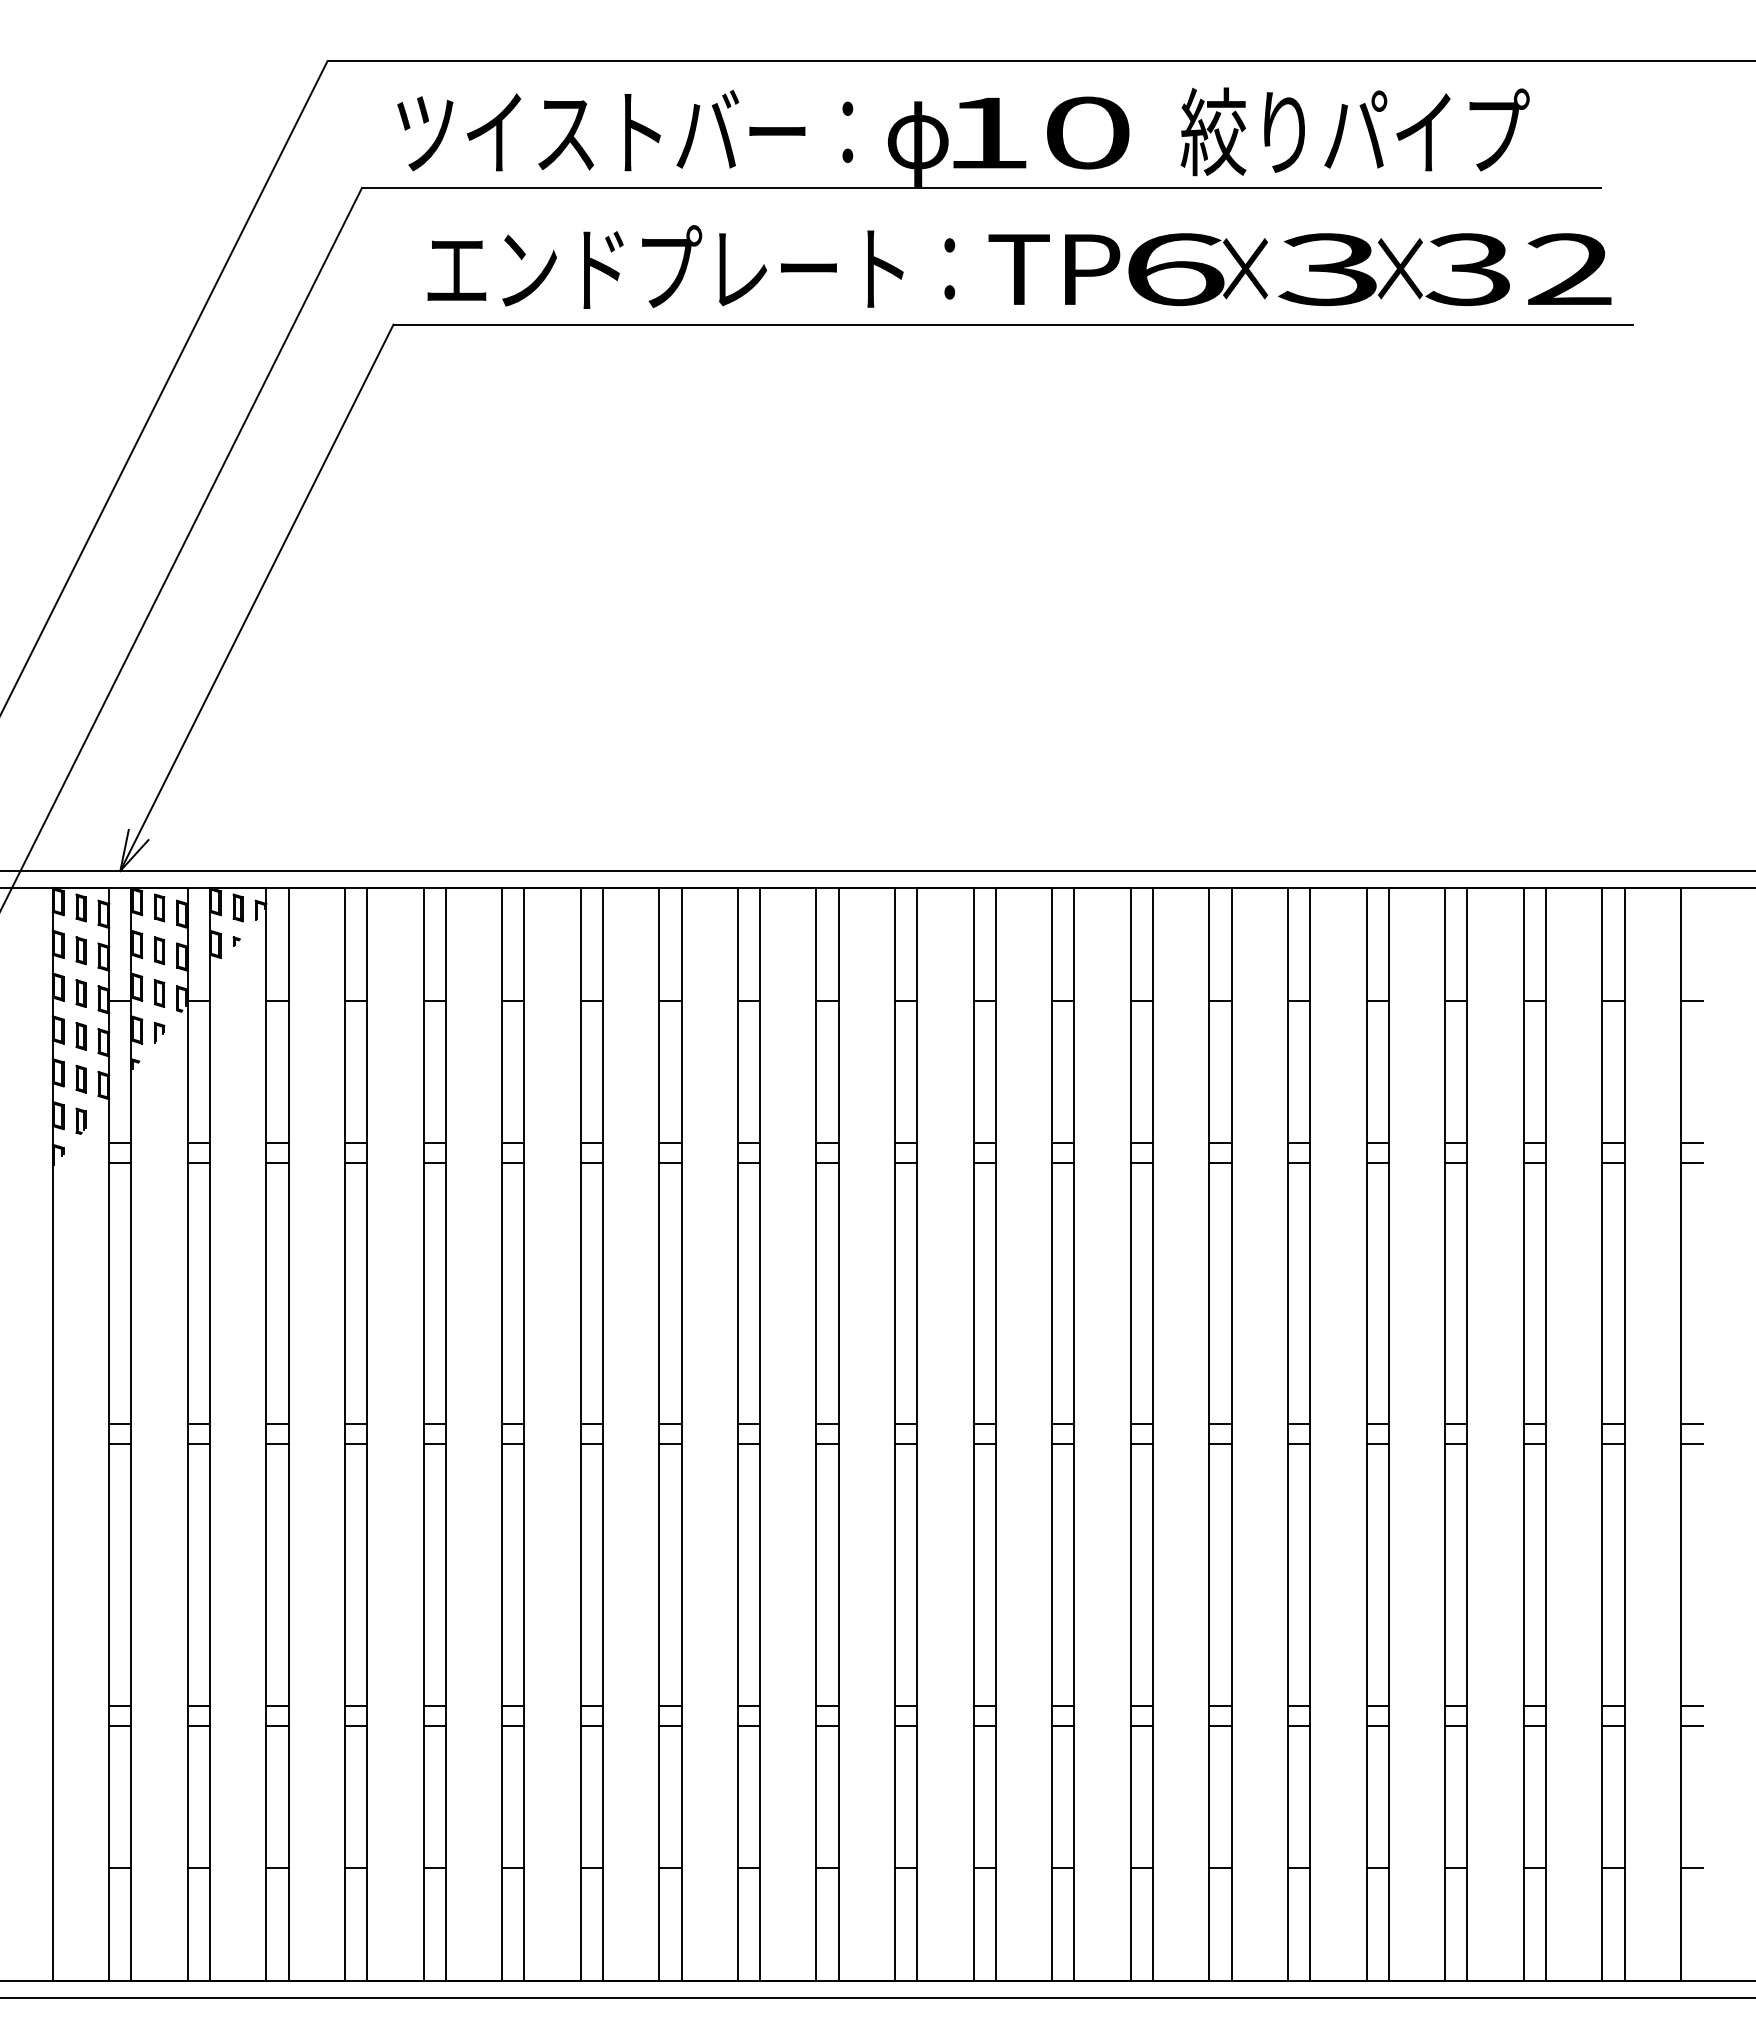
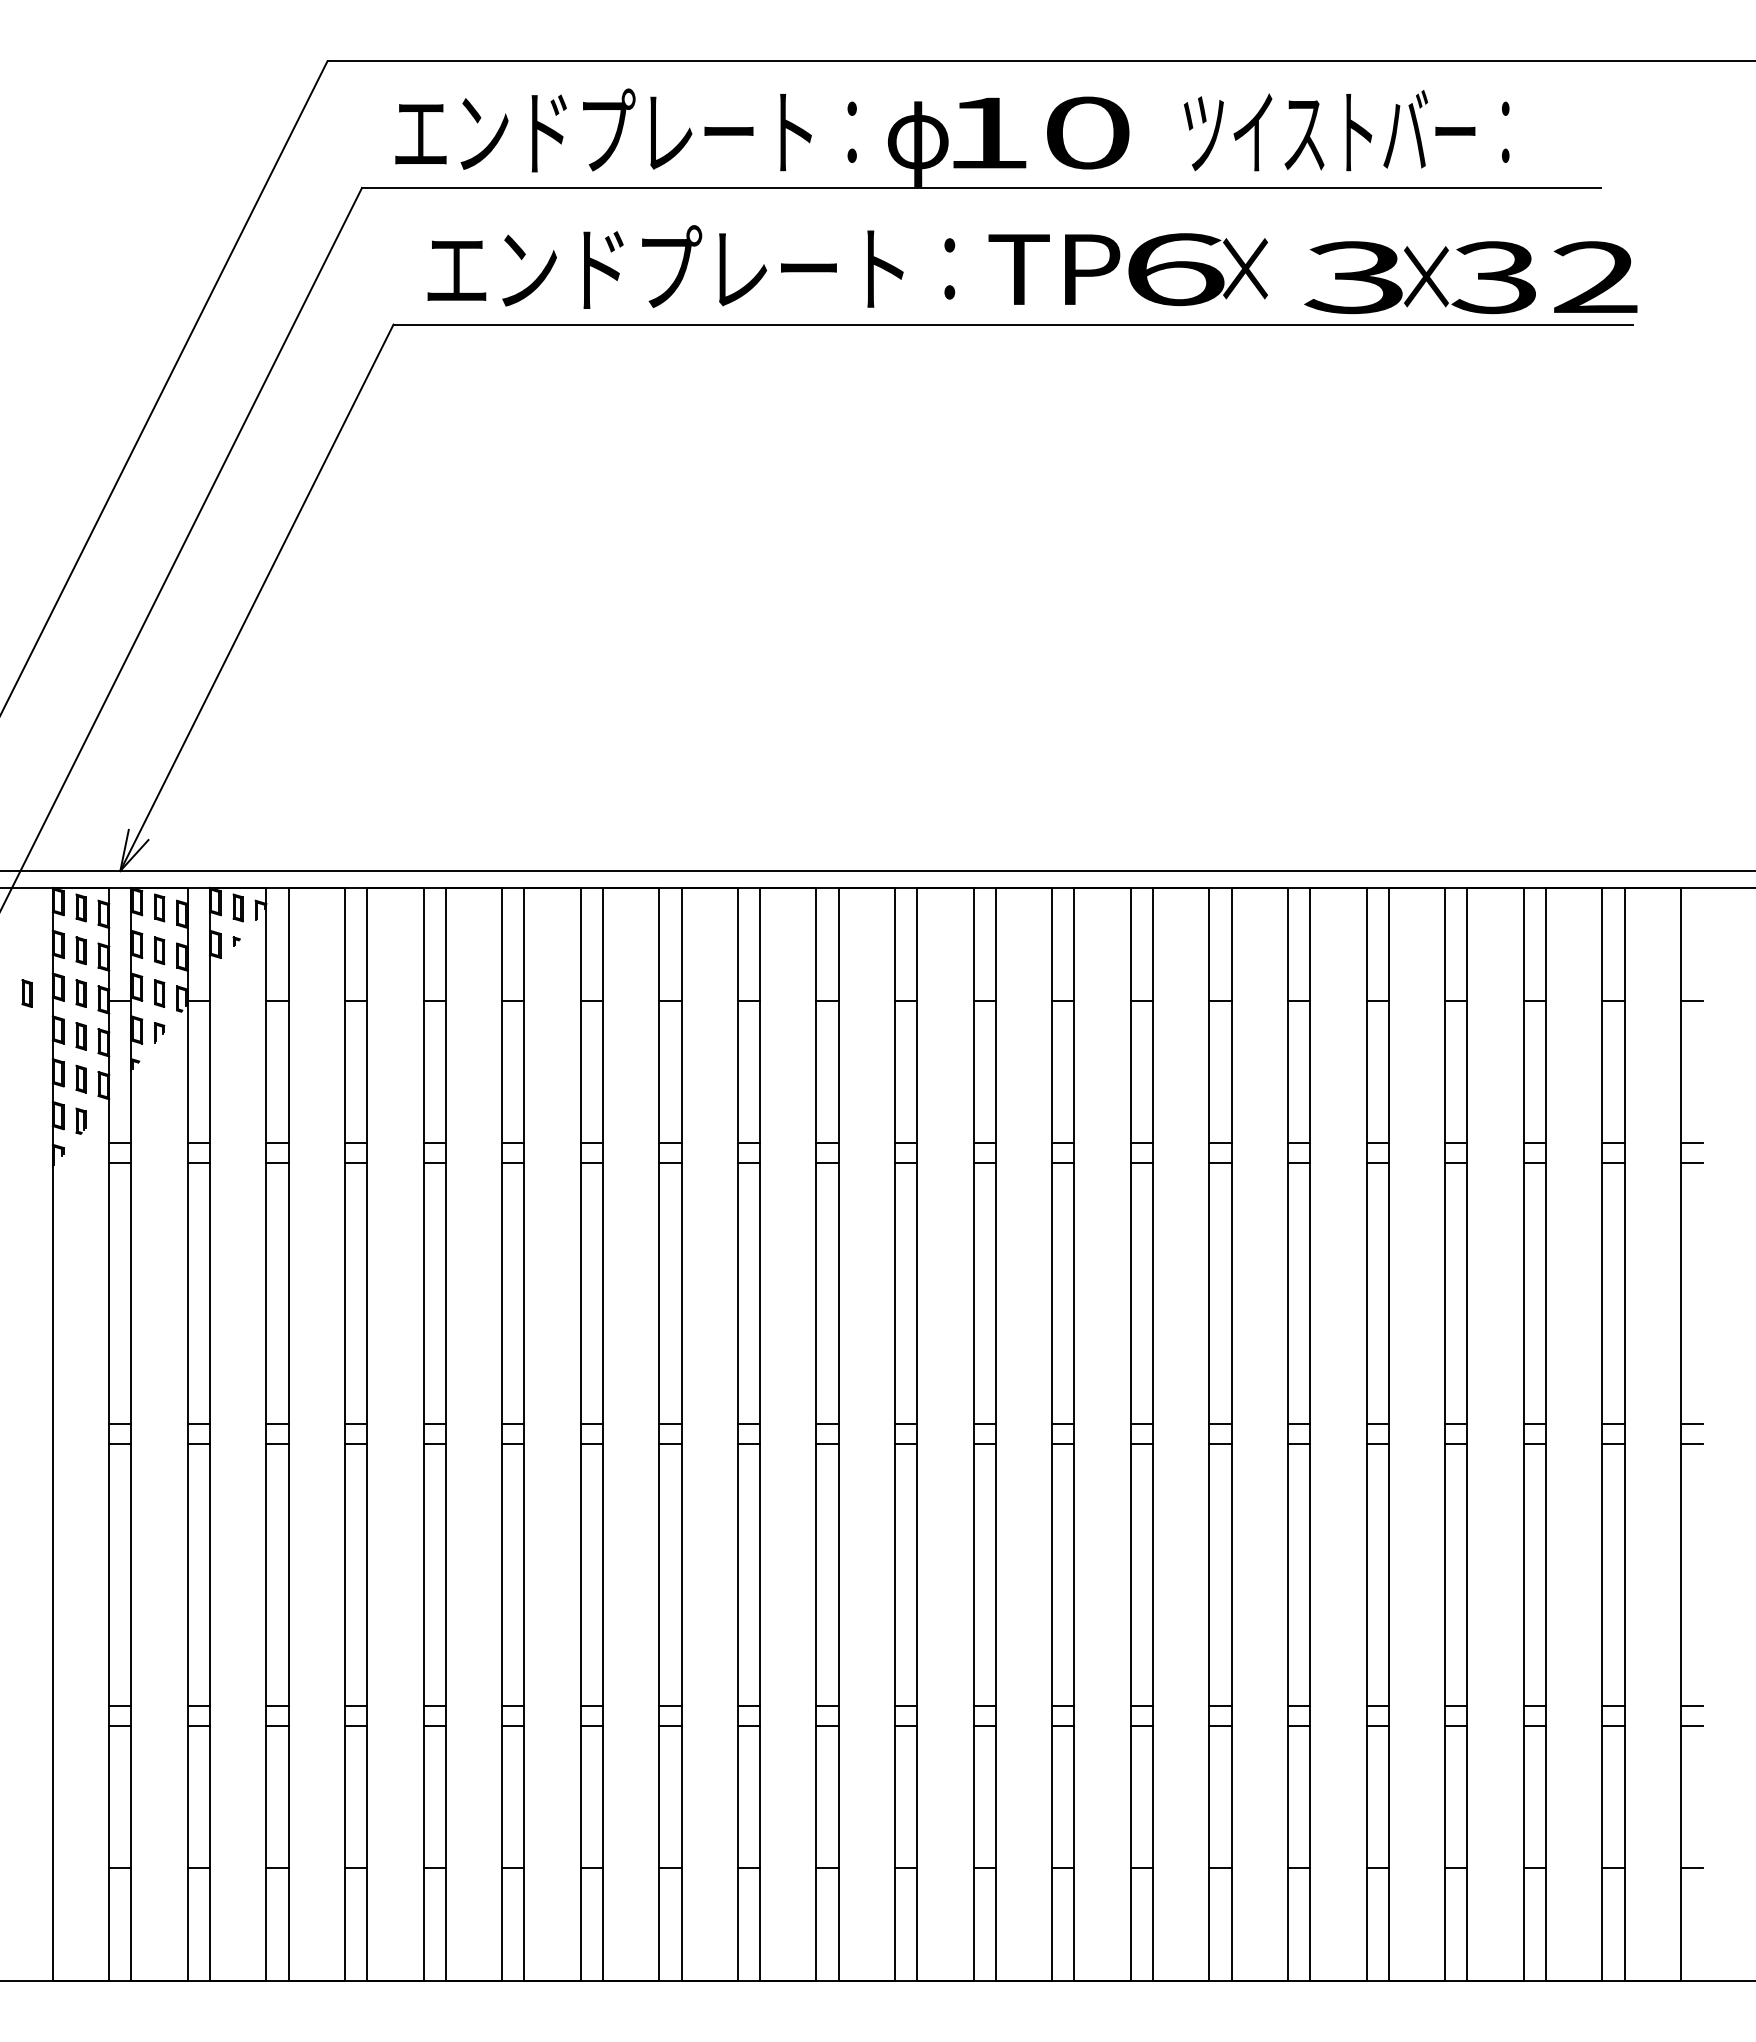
text at (625, 130): ツイストバー： -> エンドプレート：
text at (1354, 131): 絞りパイプ -> ツイストバー：
text at (1444, 269) position: (1444, 269) -> (1470, 277)
part at (26, 993): none -> present
line at (877, 1997): present -> none
